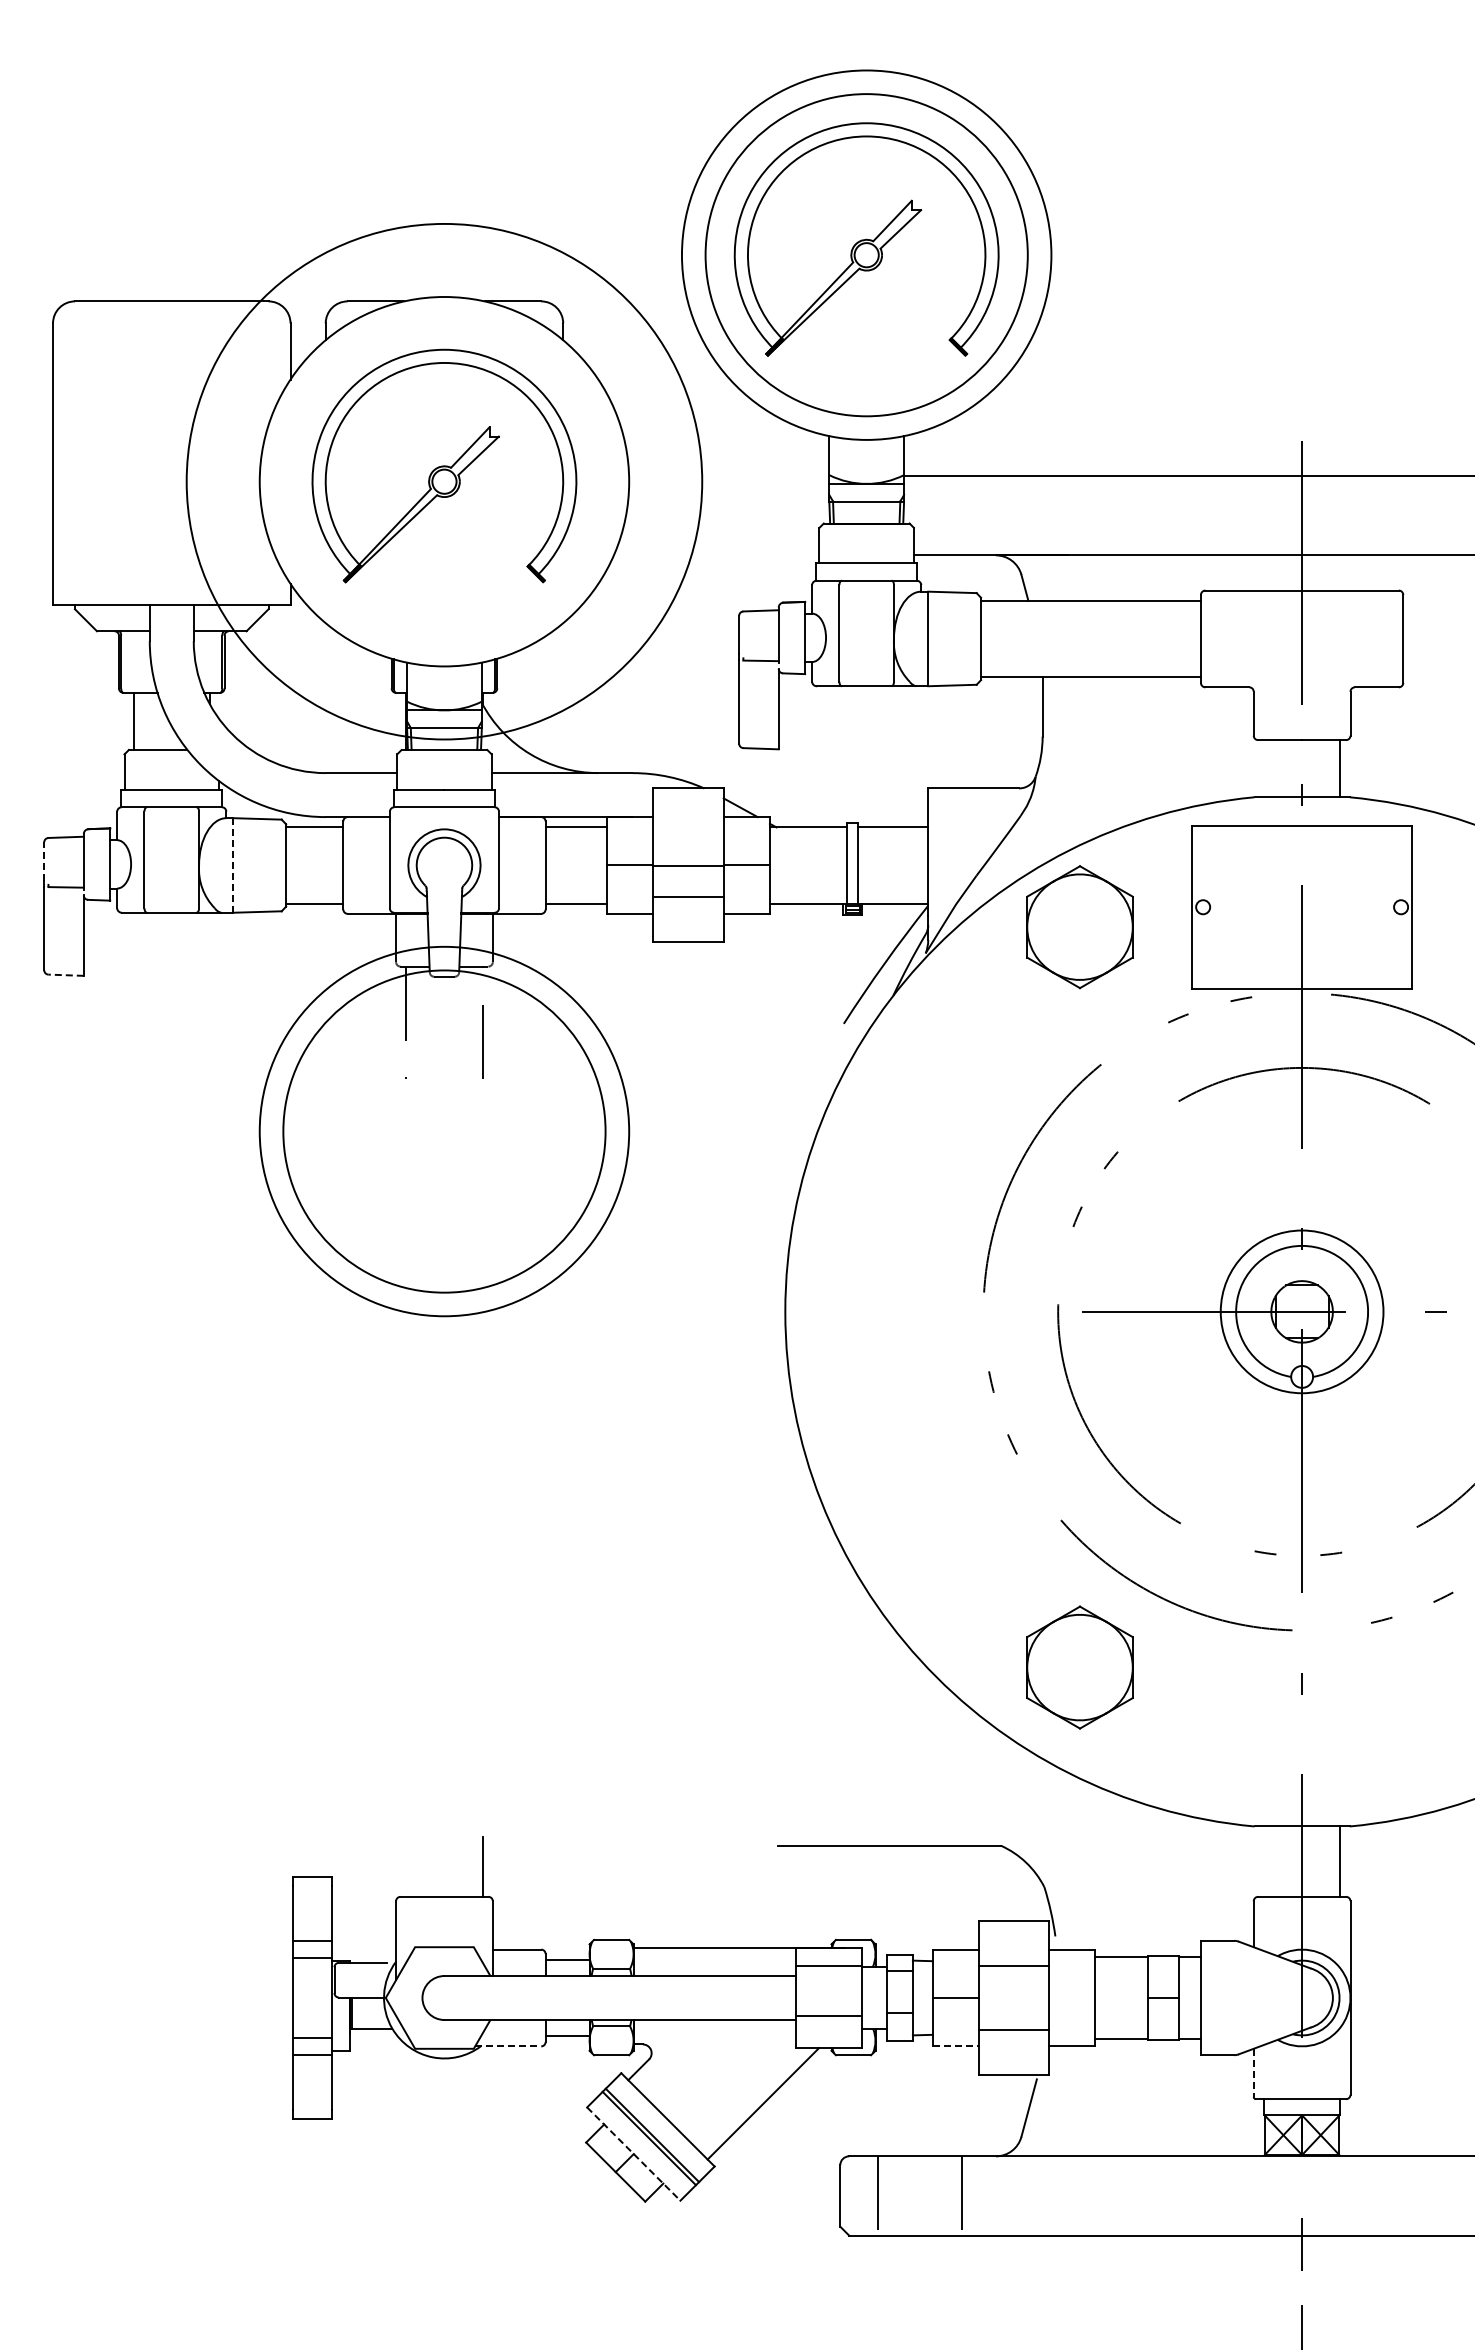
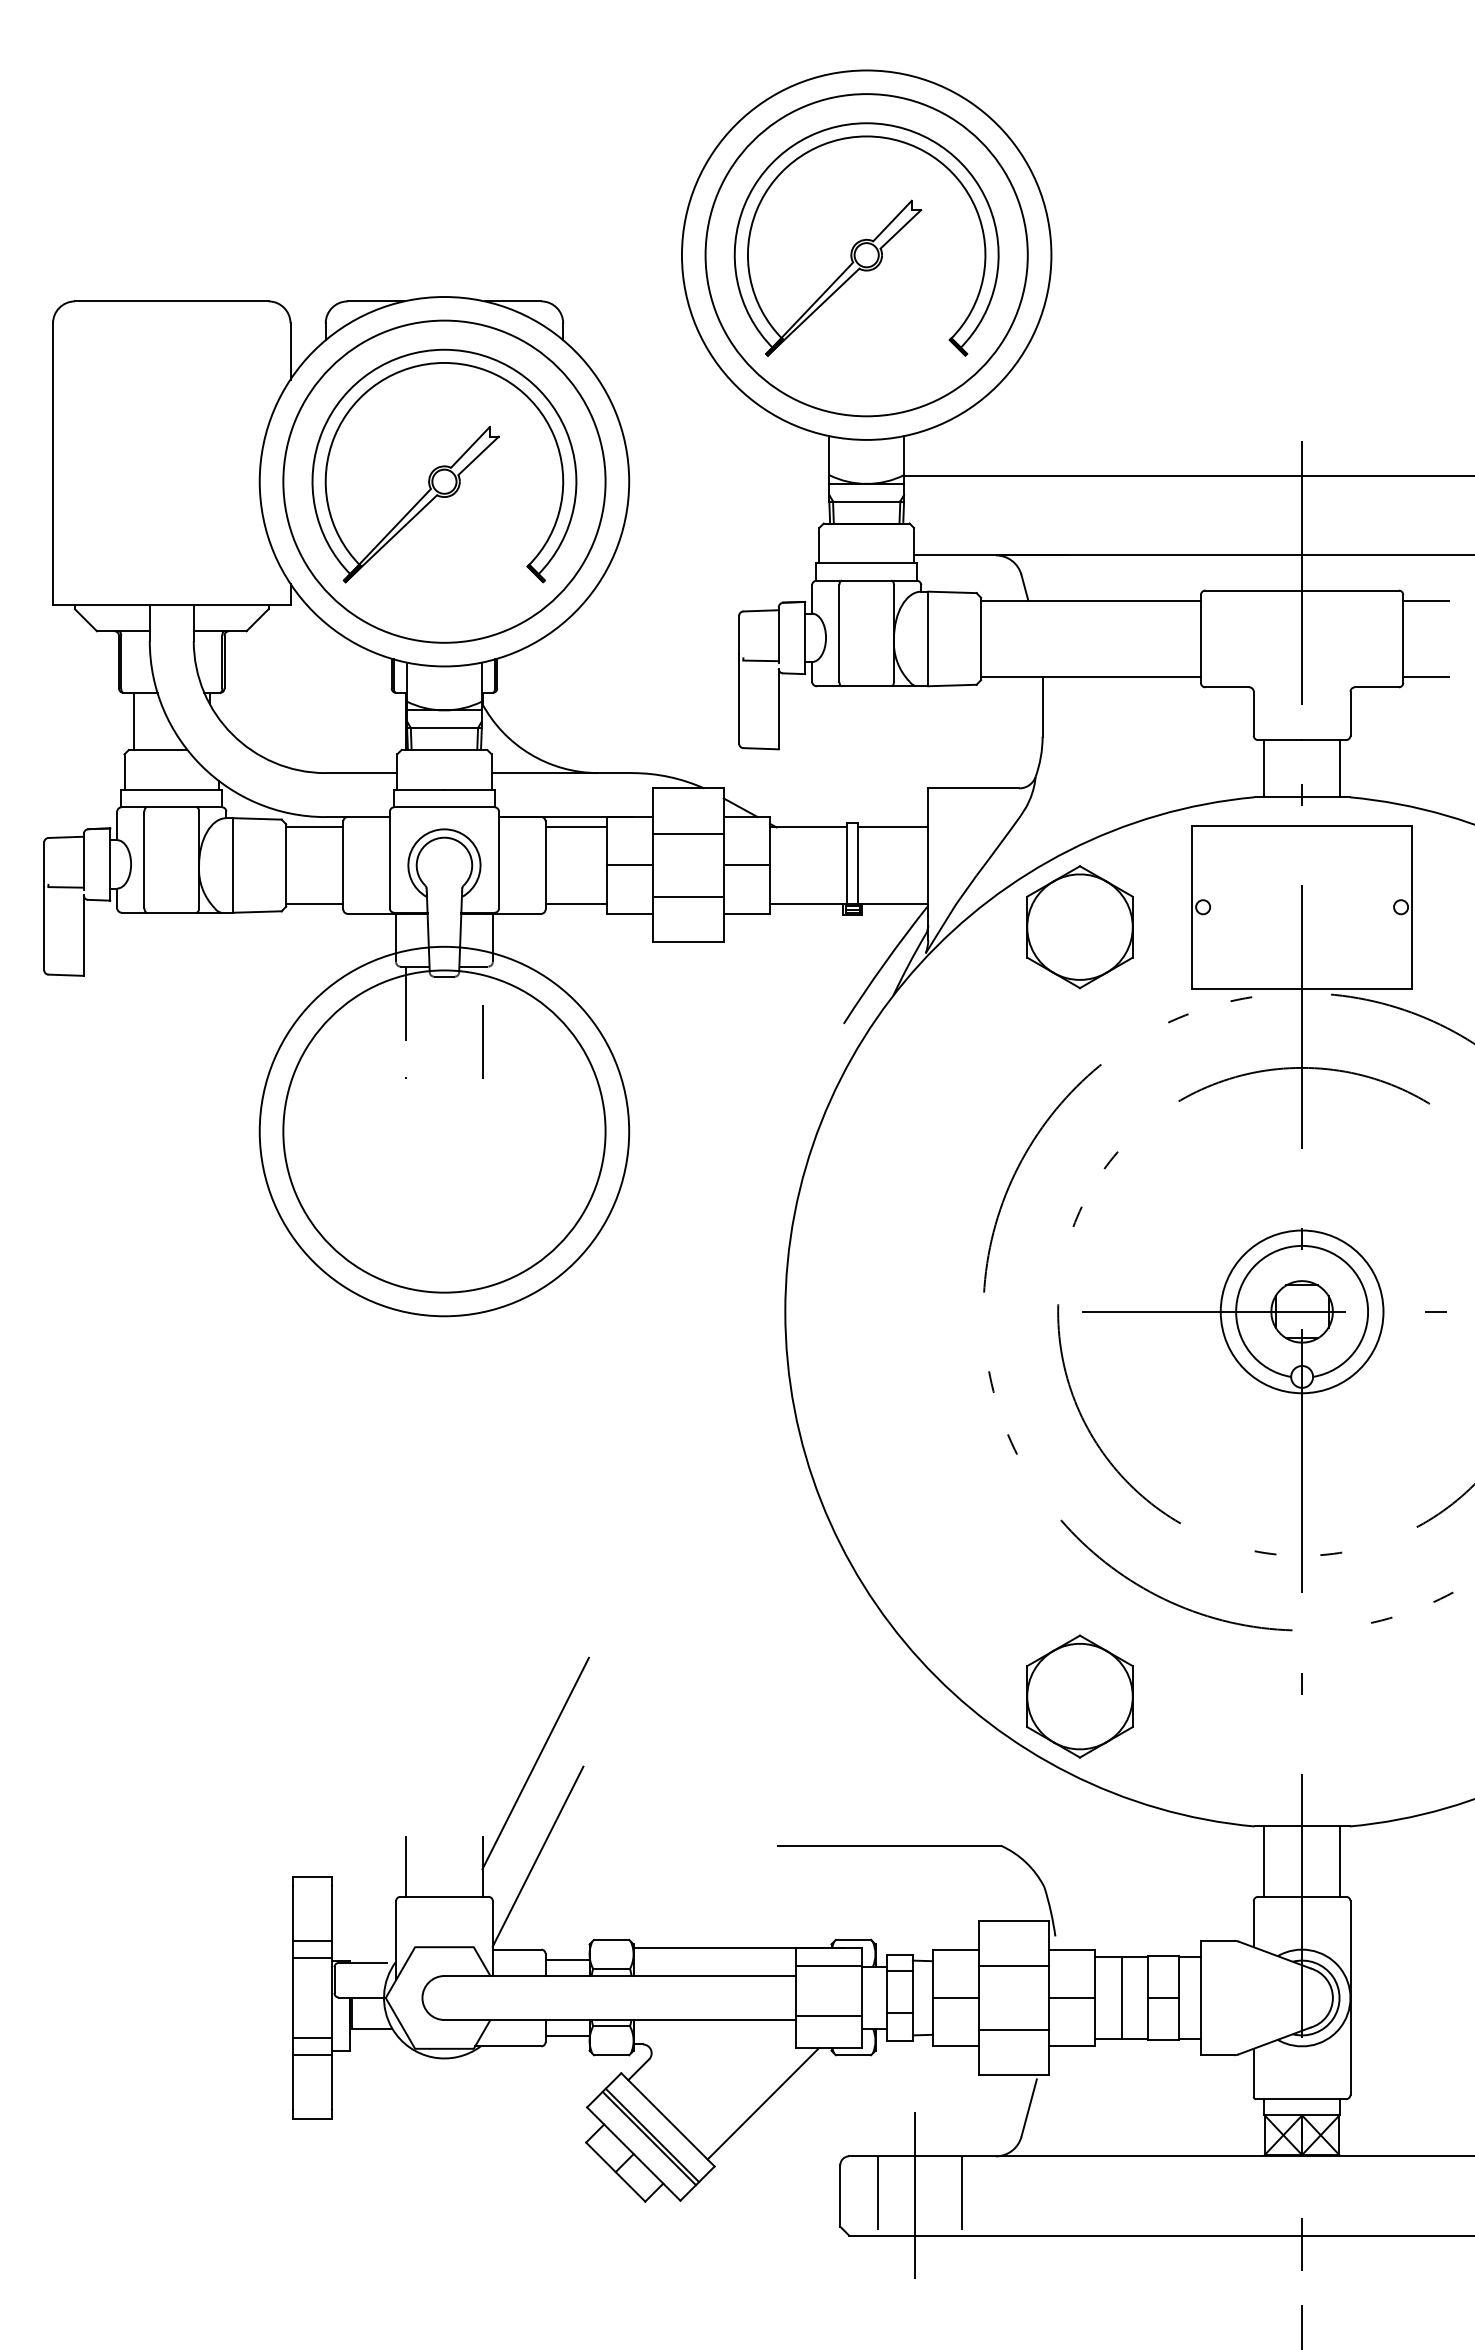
circle at (444, 481) diameter: 516 px -> 322 px
line at (1426, 600): none -> present
line at (1426, 677): none -> present
line at (1264, 768): none -> present
line at (44, 861): dashed -> solid
line at (233, 865): dashed -> solid
line at (688, 865) position: (688, 865) -> (688, 833)
line at (66, 975): dashed -> solid
part at (1079, 1667) position: (1079, 1667) -> (1079, 1696)
line at (535, 1763): none -> present
line at (537, 1856): none -> present
line at (1264, 1861): none -> present
line at (406, 1866): none -> present
line at (1121, 1997): none -> present
line at (1072, 1998): none -> present
line at (508, 2046): dashed -> solid
line at (956, 2046): dashed -> solid
line at (1253, 2073): dashed -> solid
line at (633, 2154): dashed -> solid
line at (914, 2195): none -> present
